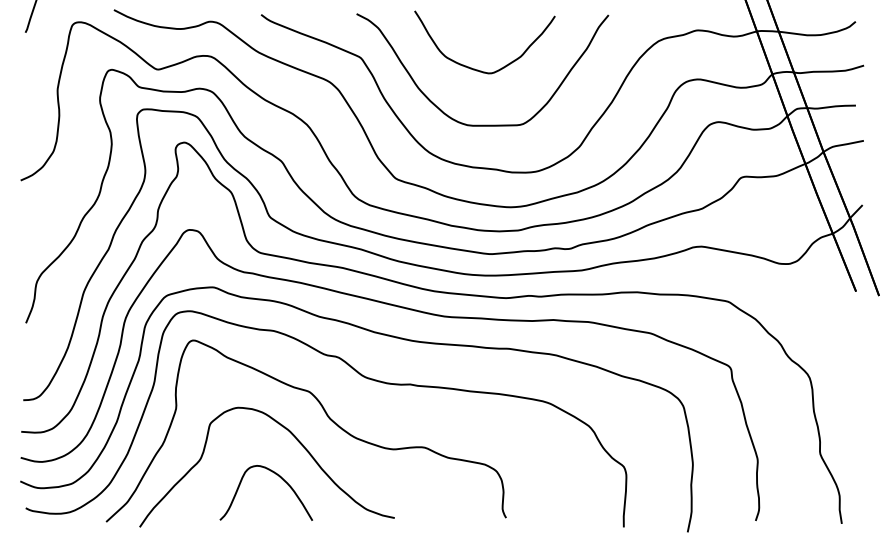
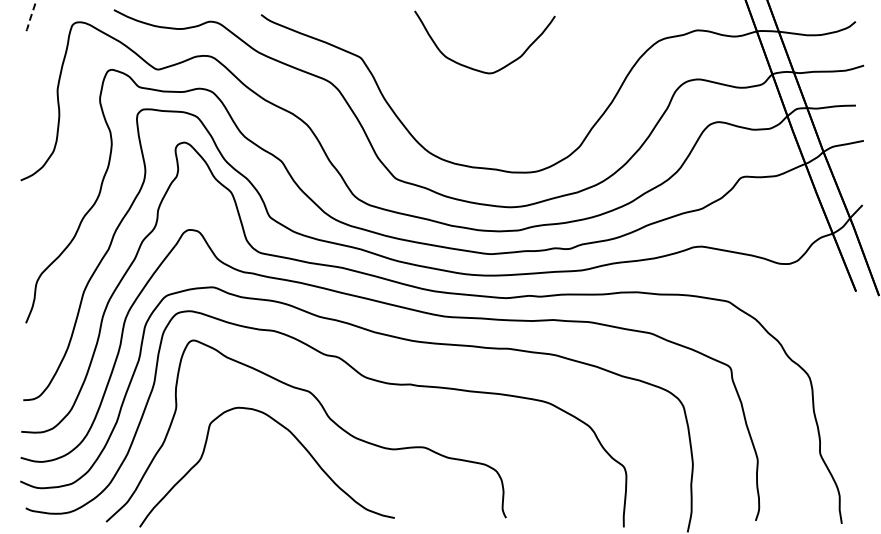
line at (30, 18): solid -> dashed
curve at (482, 124): present -> none
curve at (280, 478): present -> none
